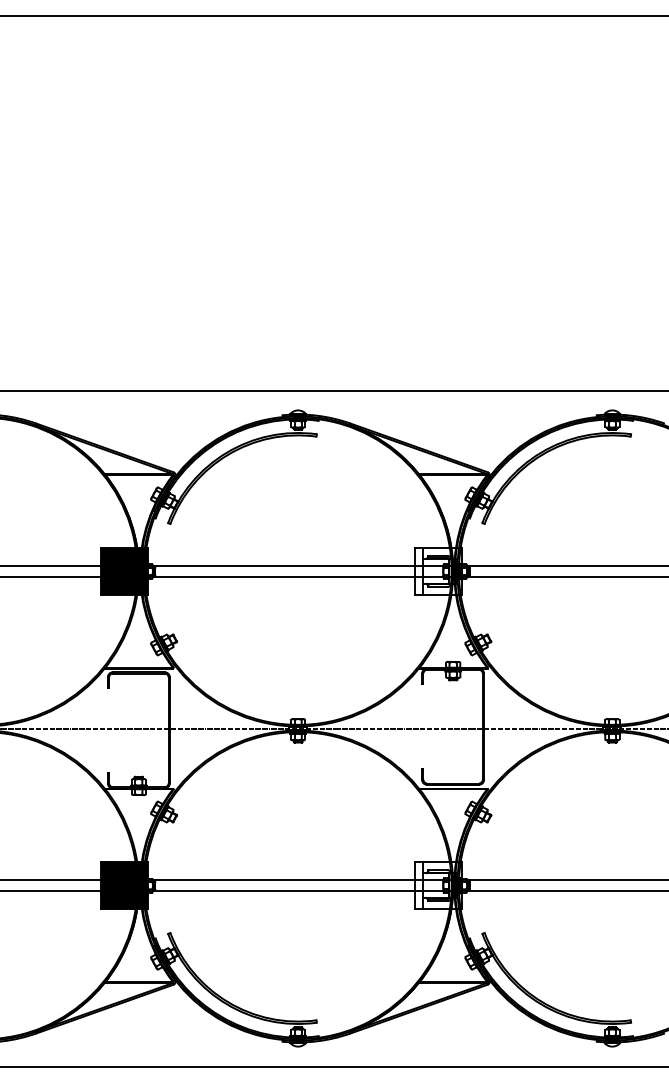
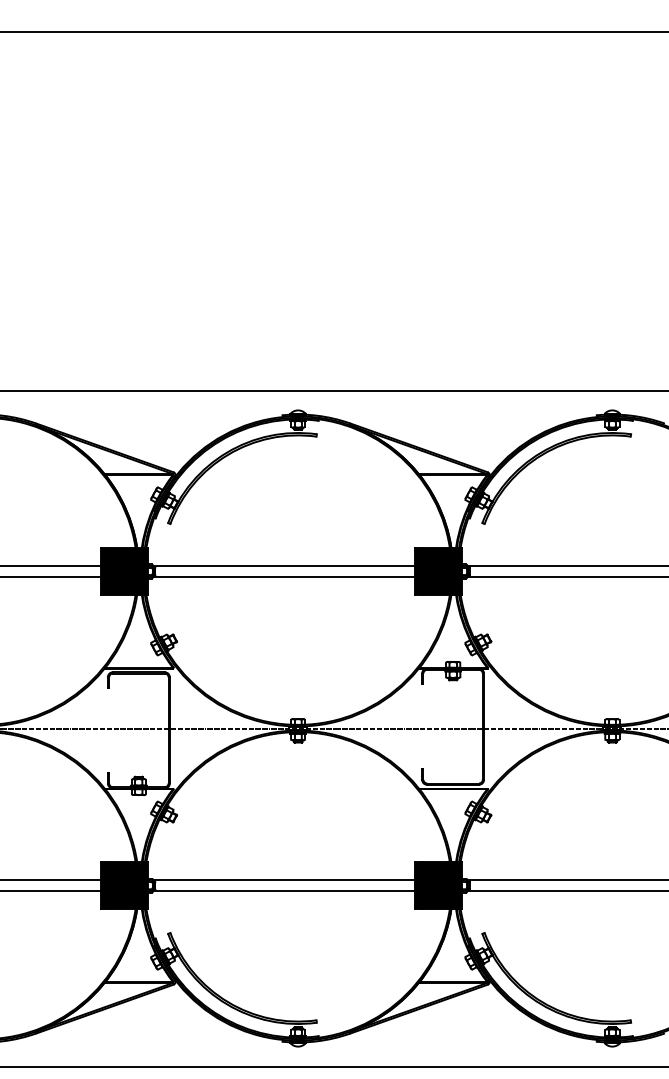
line at (333, 16) position: (333, 16) -> (333, 32)
fill at (438, 571): none -> present
fill at (438, 885): none -> present
